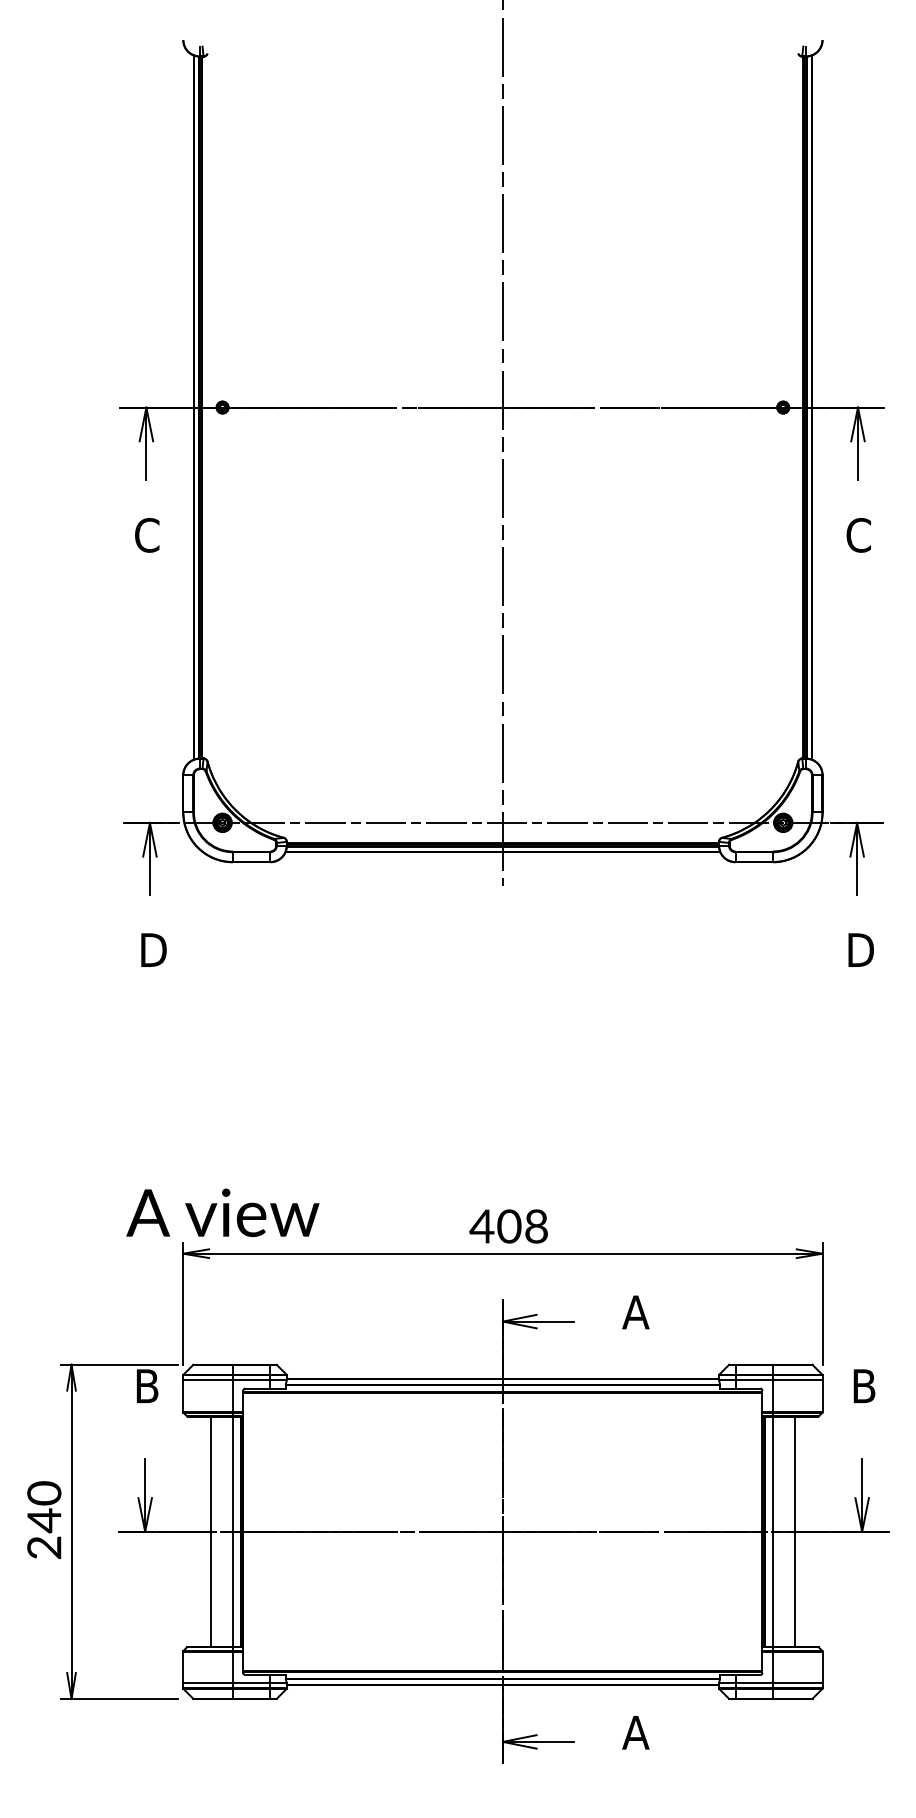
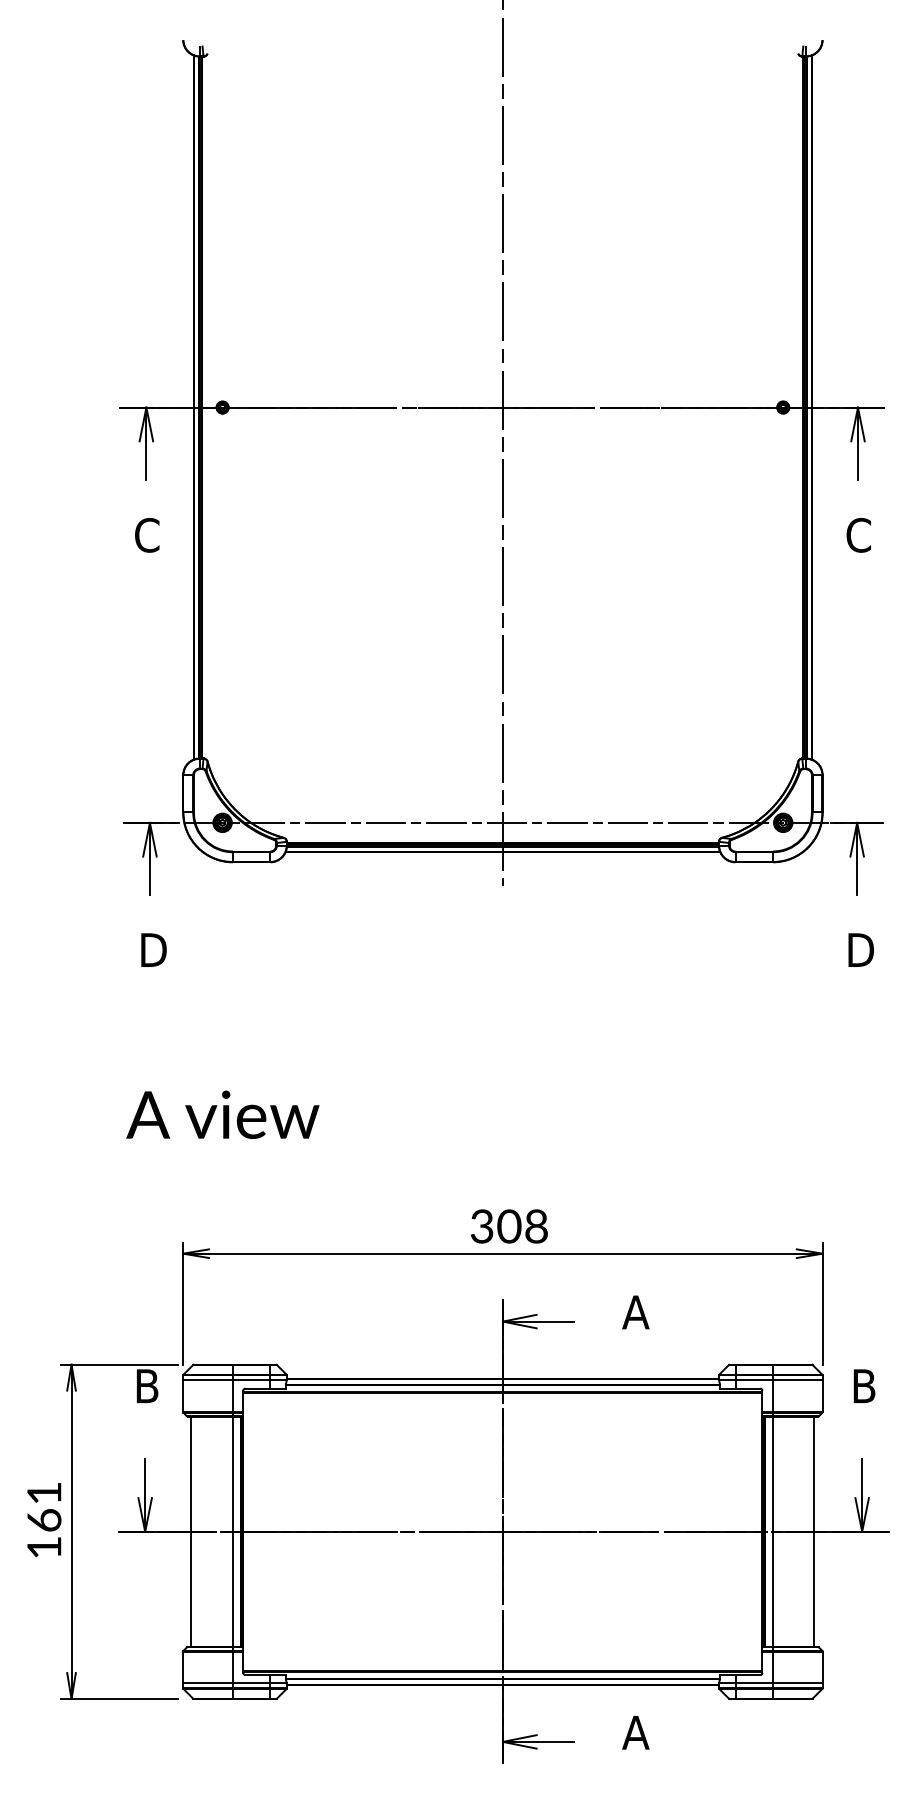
text at (222, 1212) position: (222, 1212) -> (222, 1114)
text at (481, 1226): 408 -> 308
text at (44, 1520): 240 -> 161
line at (211, 1531) position: (211, 1531) -> (191, 1531)
line at (795, 1531) position: (795, 1531) -> (814, 1531)
